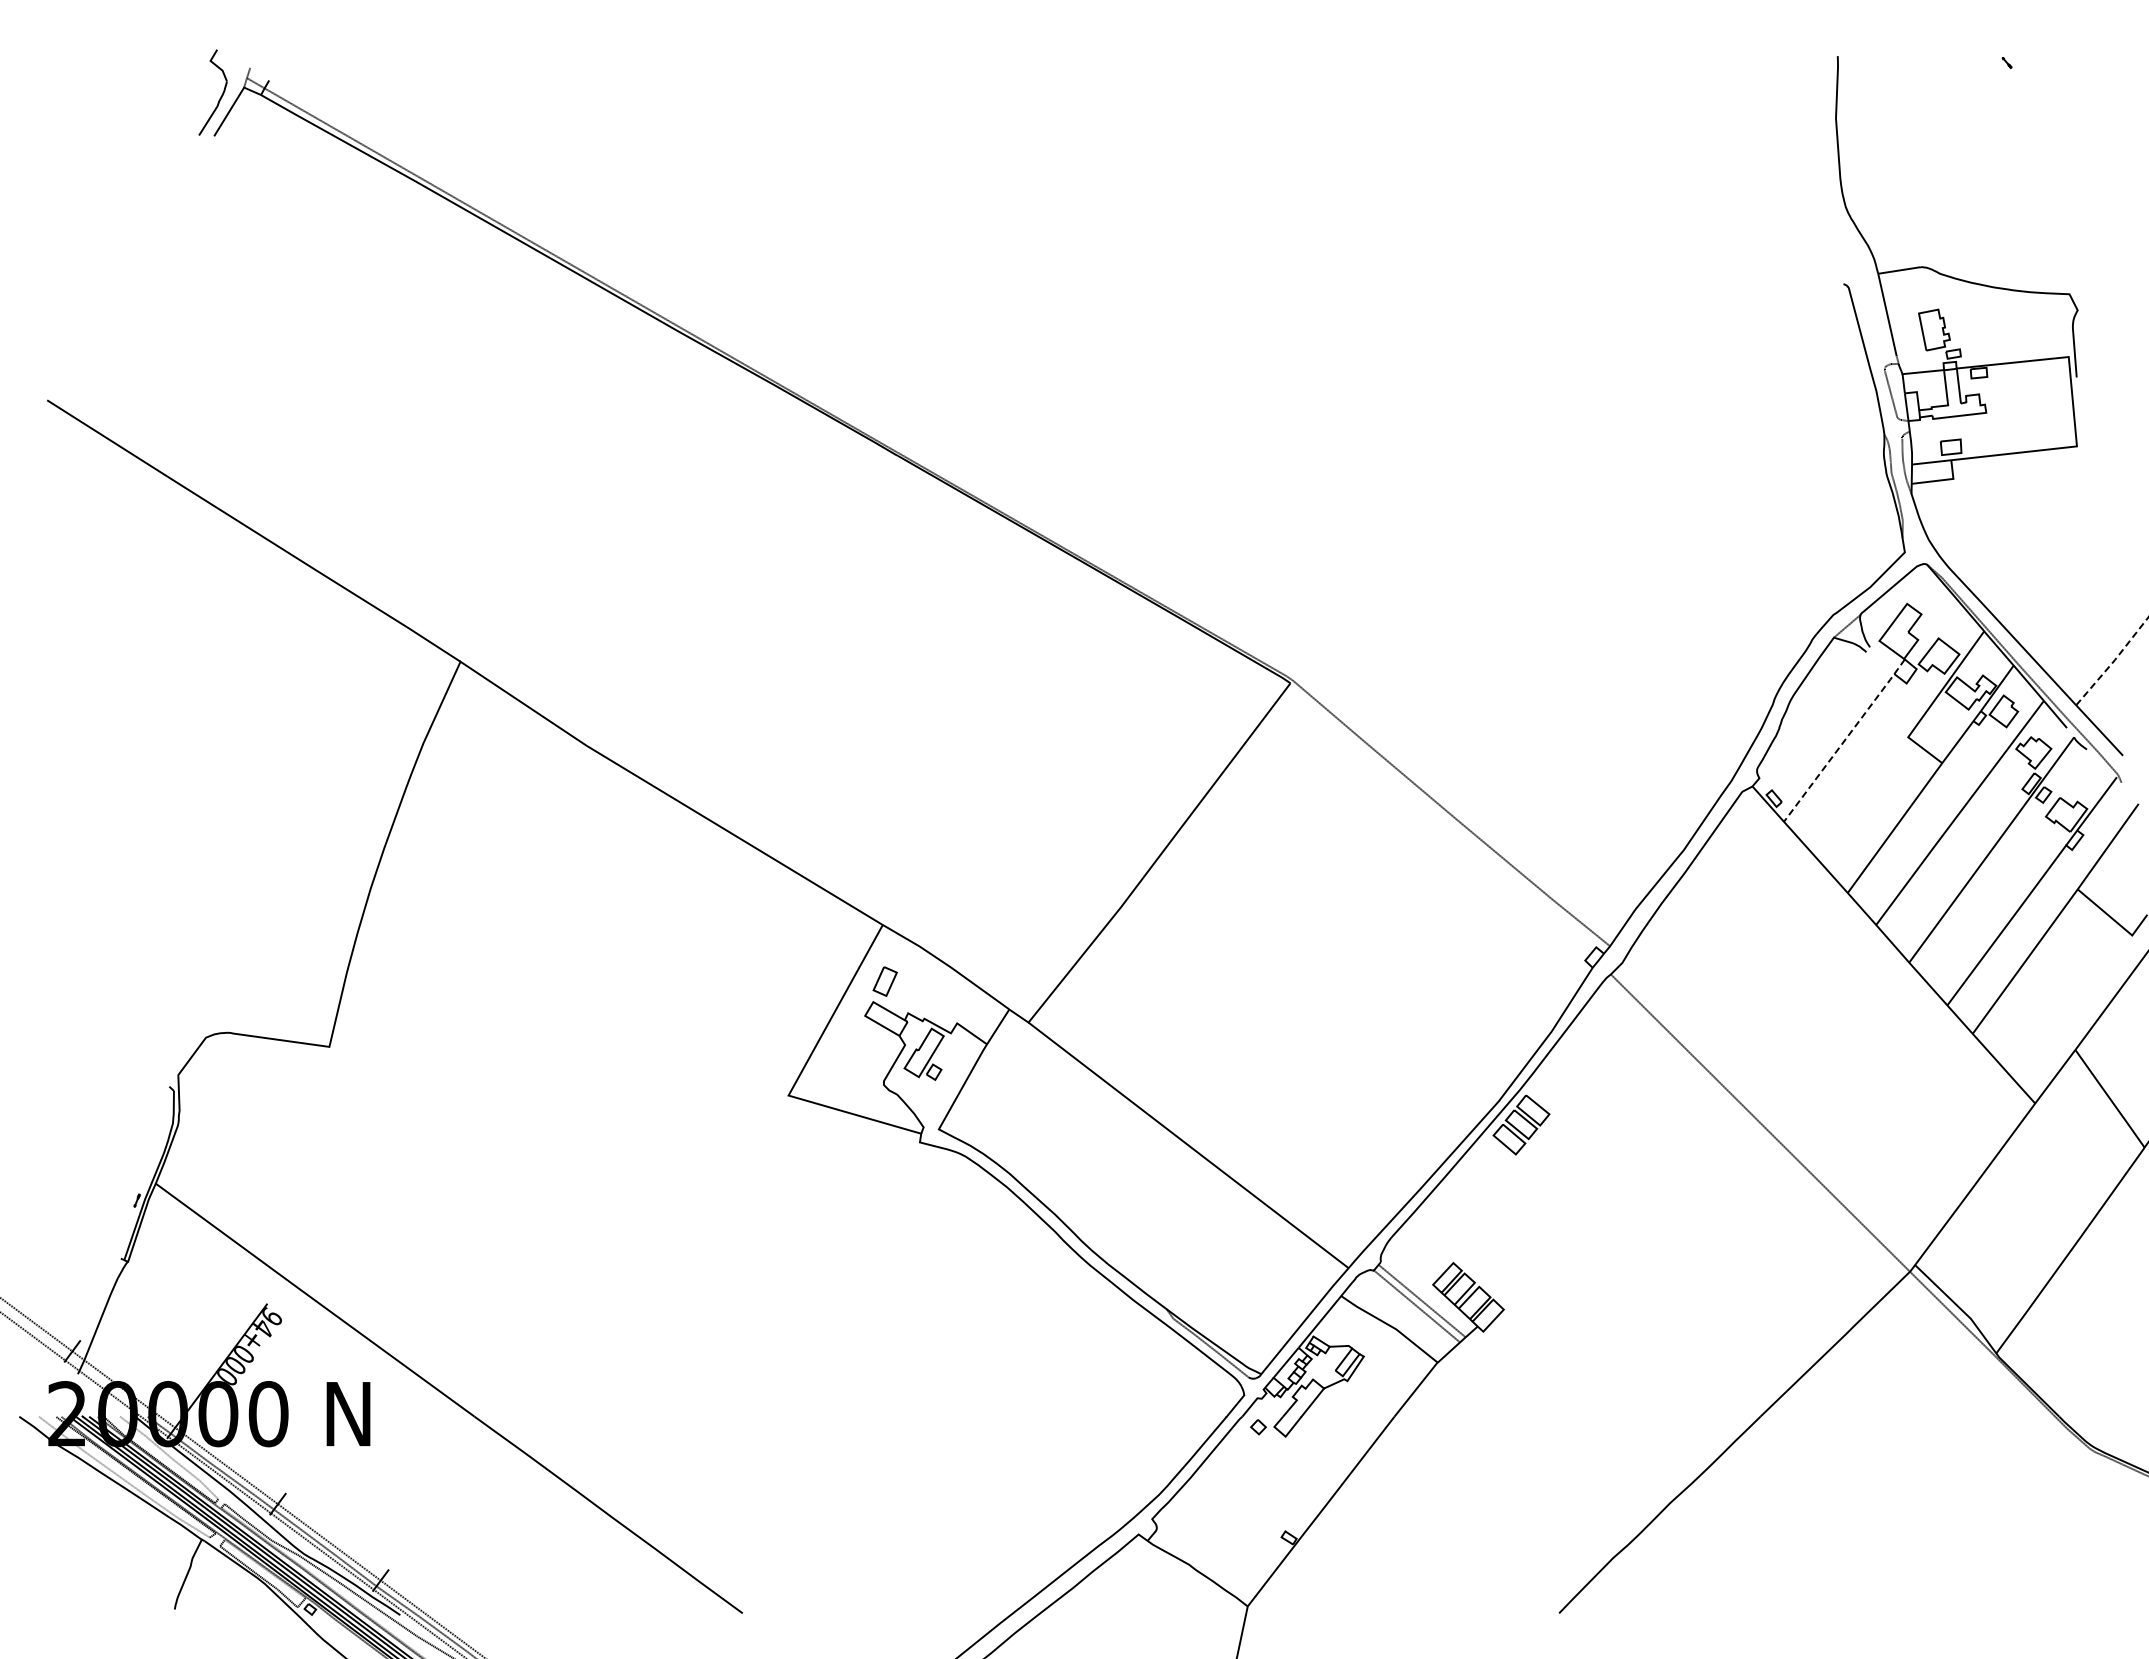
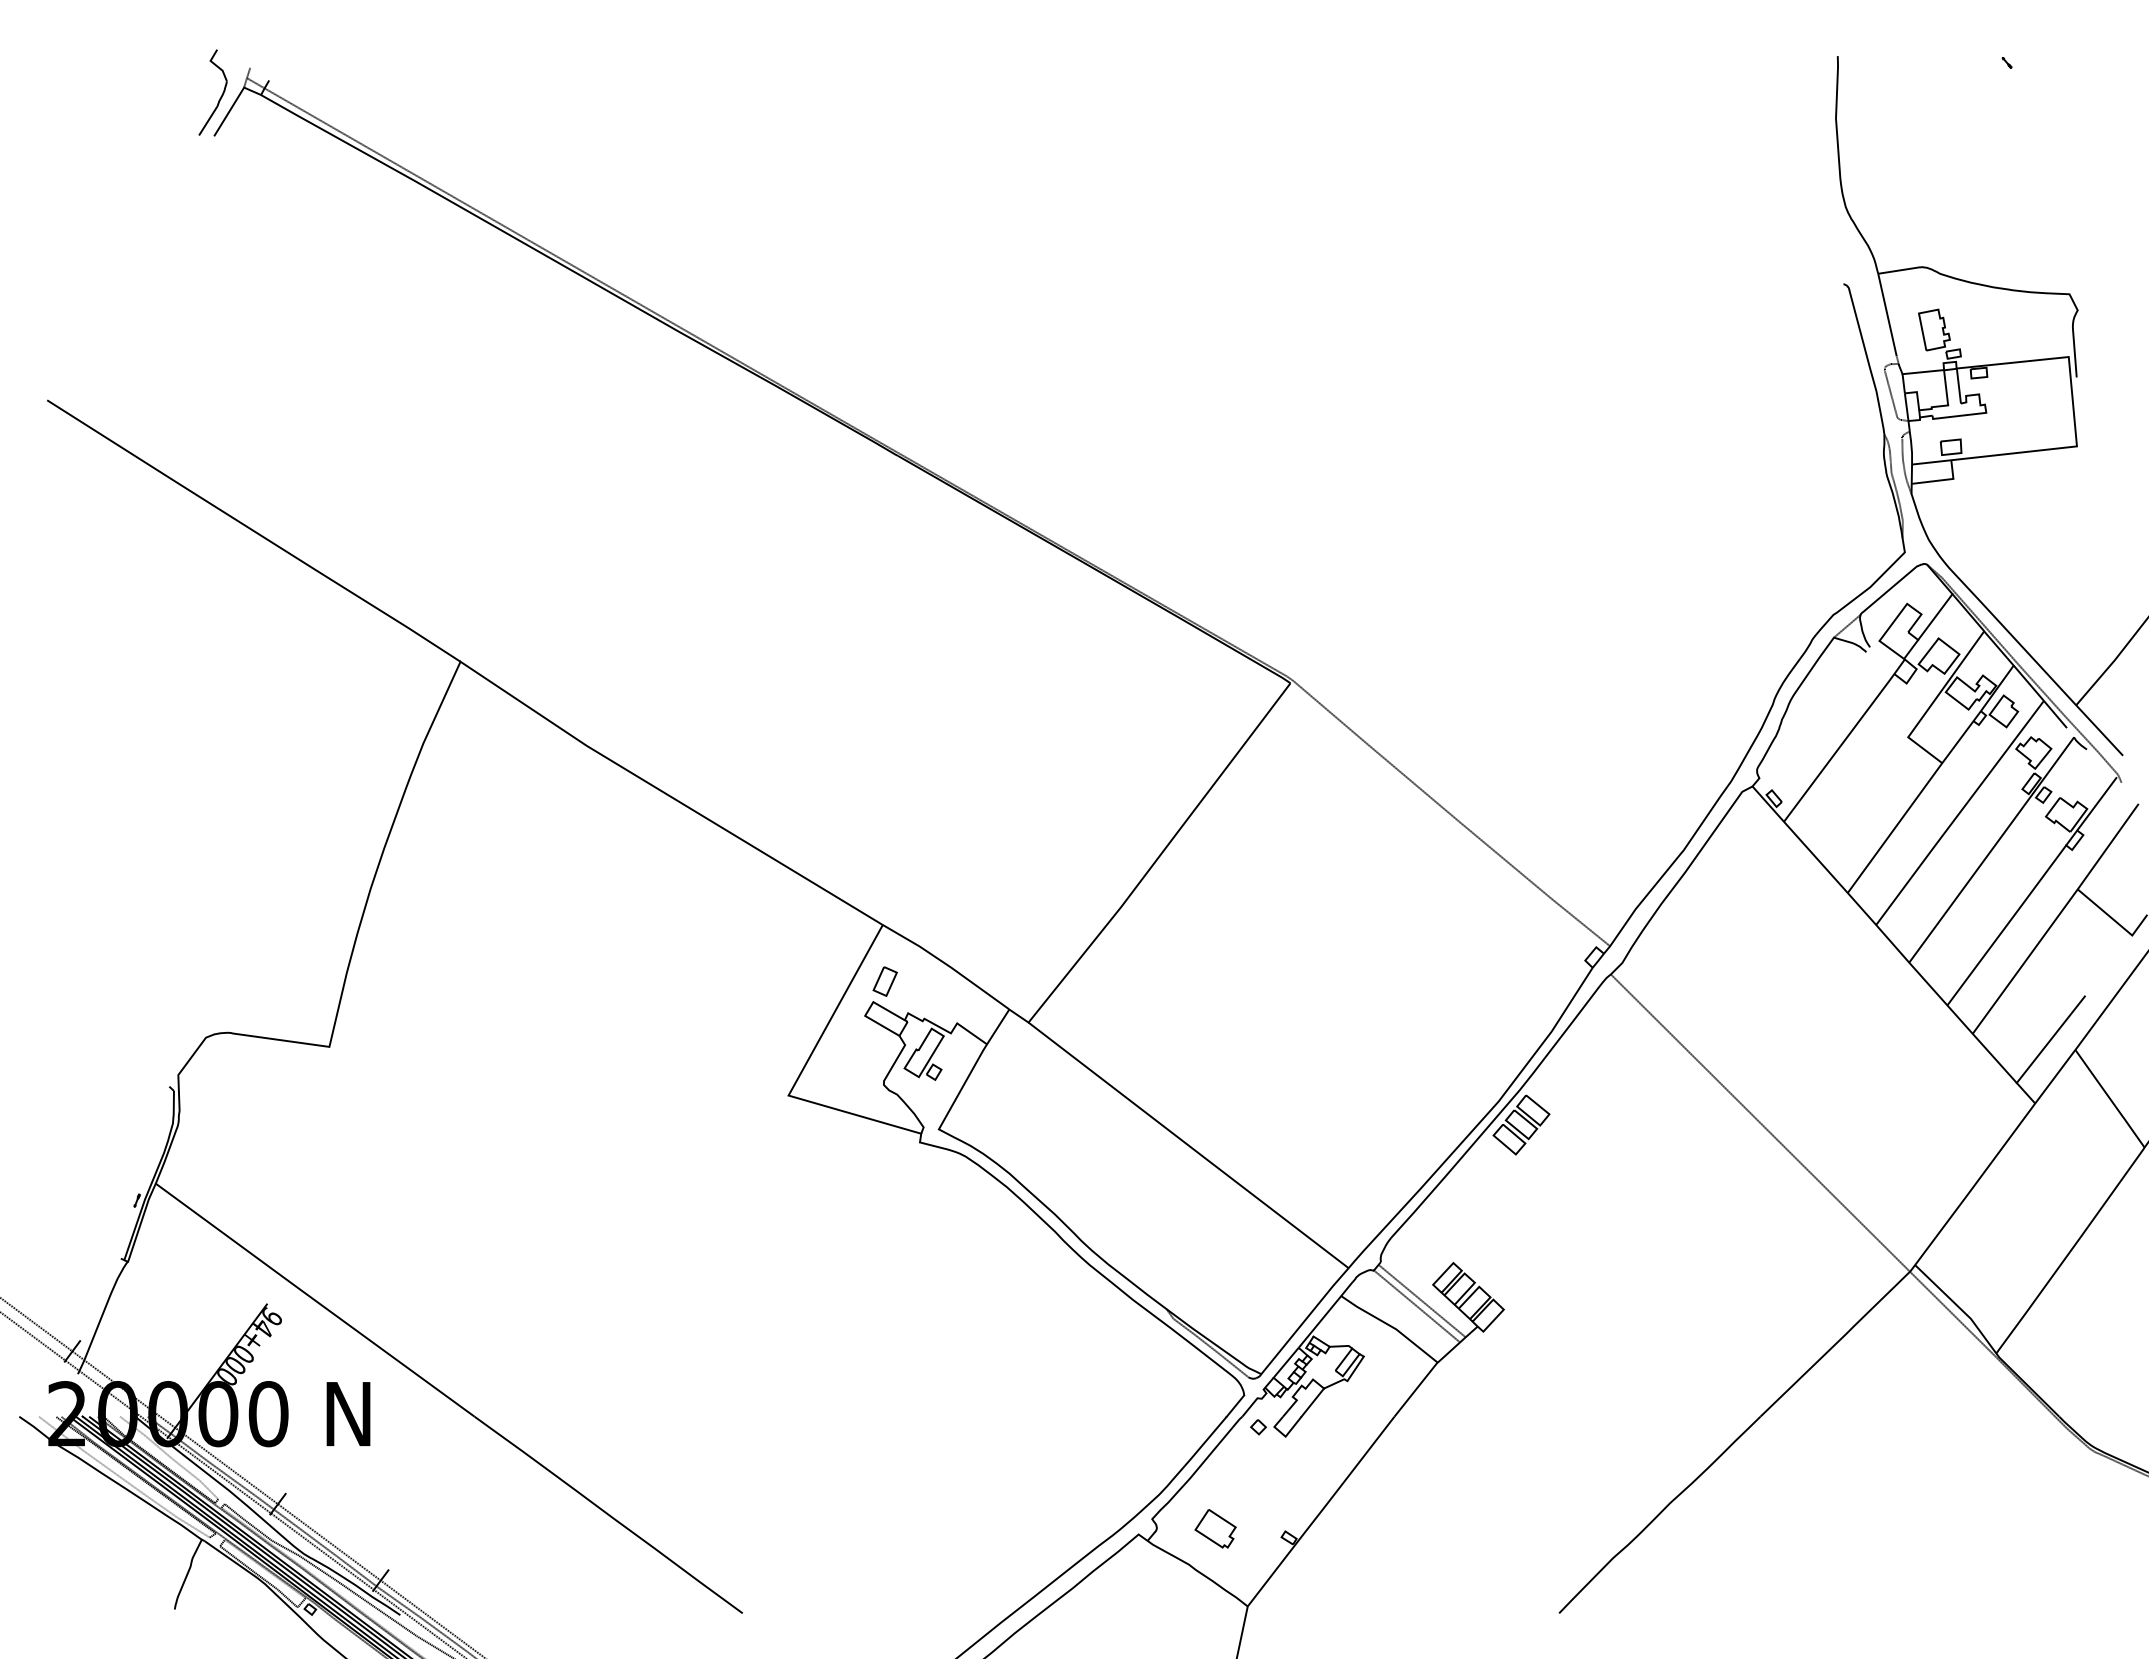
line at (1935, 616): none -> present
line at (2113, 661): dashed -> solid
line at (1844, 740): dashed -> solid
line at (2050, 1039): none -> present
part at (1215, 1528): none -> present
